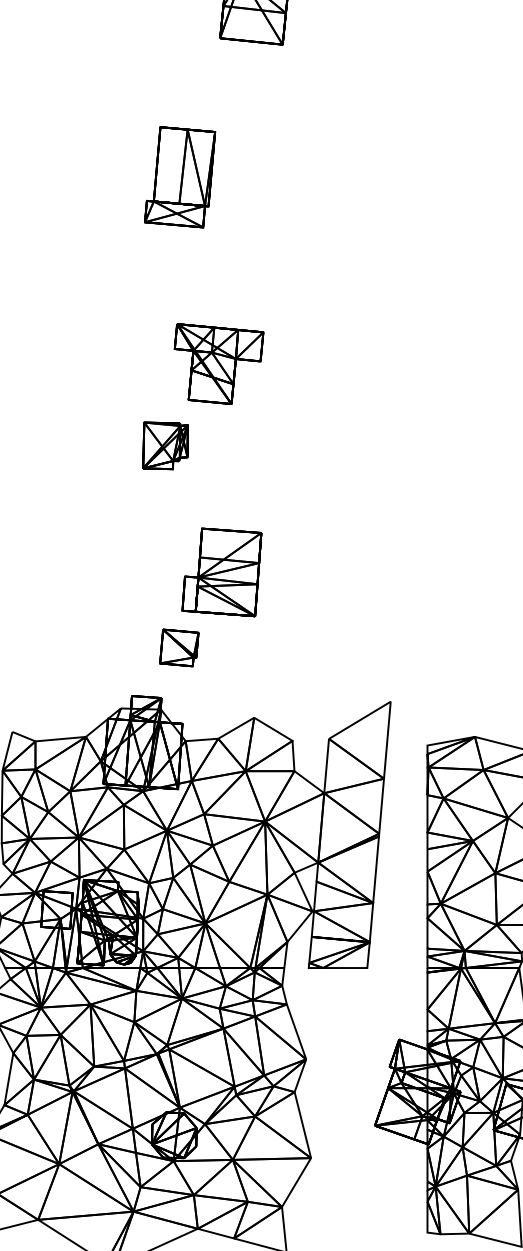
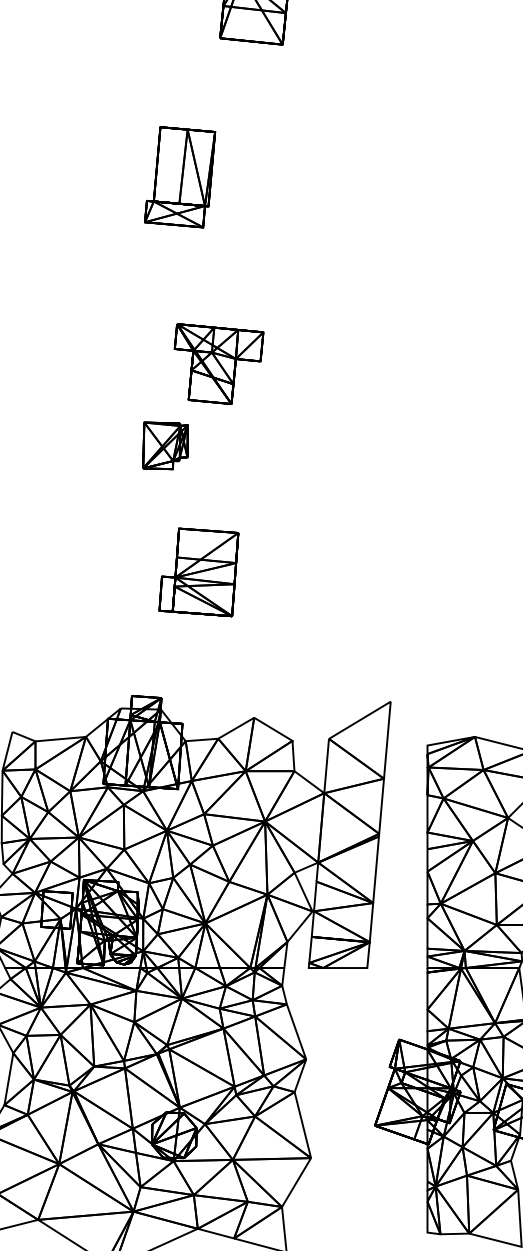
part at (221, 572) position: (221, 572) -> (198, 572)
part at (179, 647): present -> none
